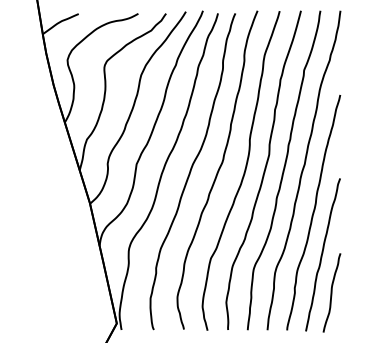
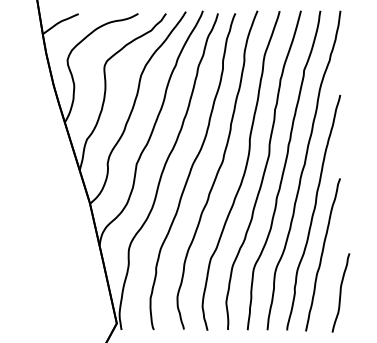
curve at (331, 292) position: (331, 292) -> (340, 292)
